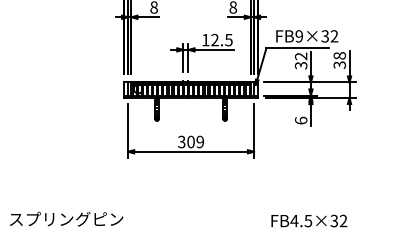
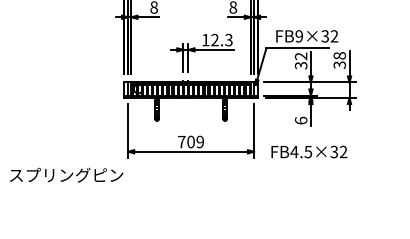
text at (228, 39): 12.5 -> 12.3
text at (181, 141): 309 -> 709
text at (66, 218) position: (66, 218) -> (66, 174)
text at (309, 220) position: (309, 220) -> (309, 151)
